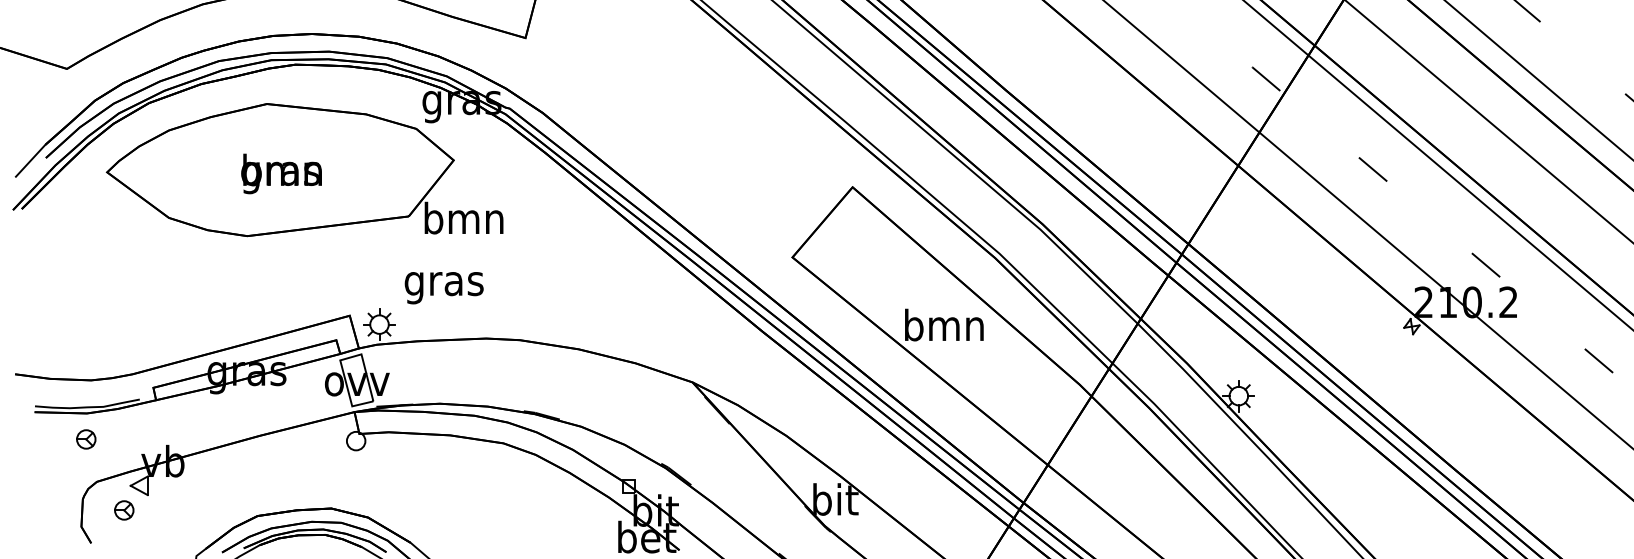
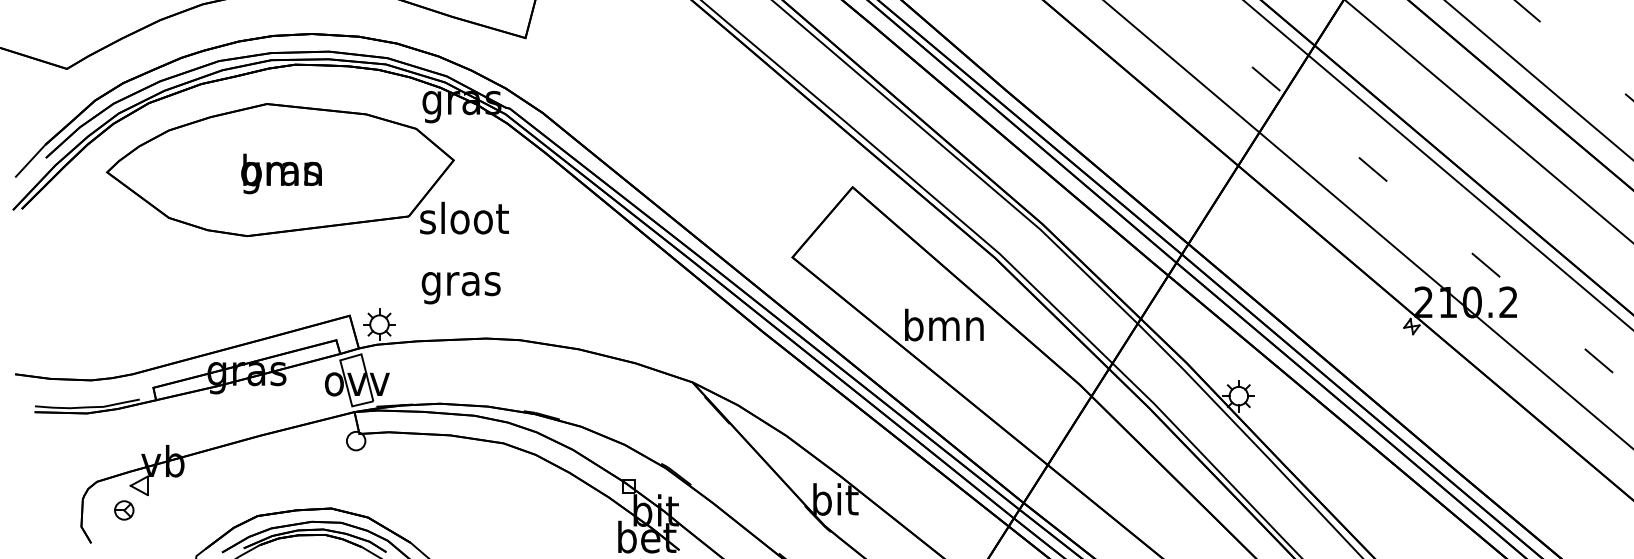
text at (464, 217): bmn -> sloot
text at (443, 288) position: (443, 288) -> (460, 288)
part at (86, 439): present -> none
